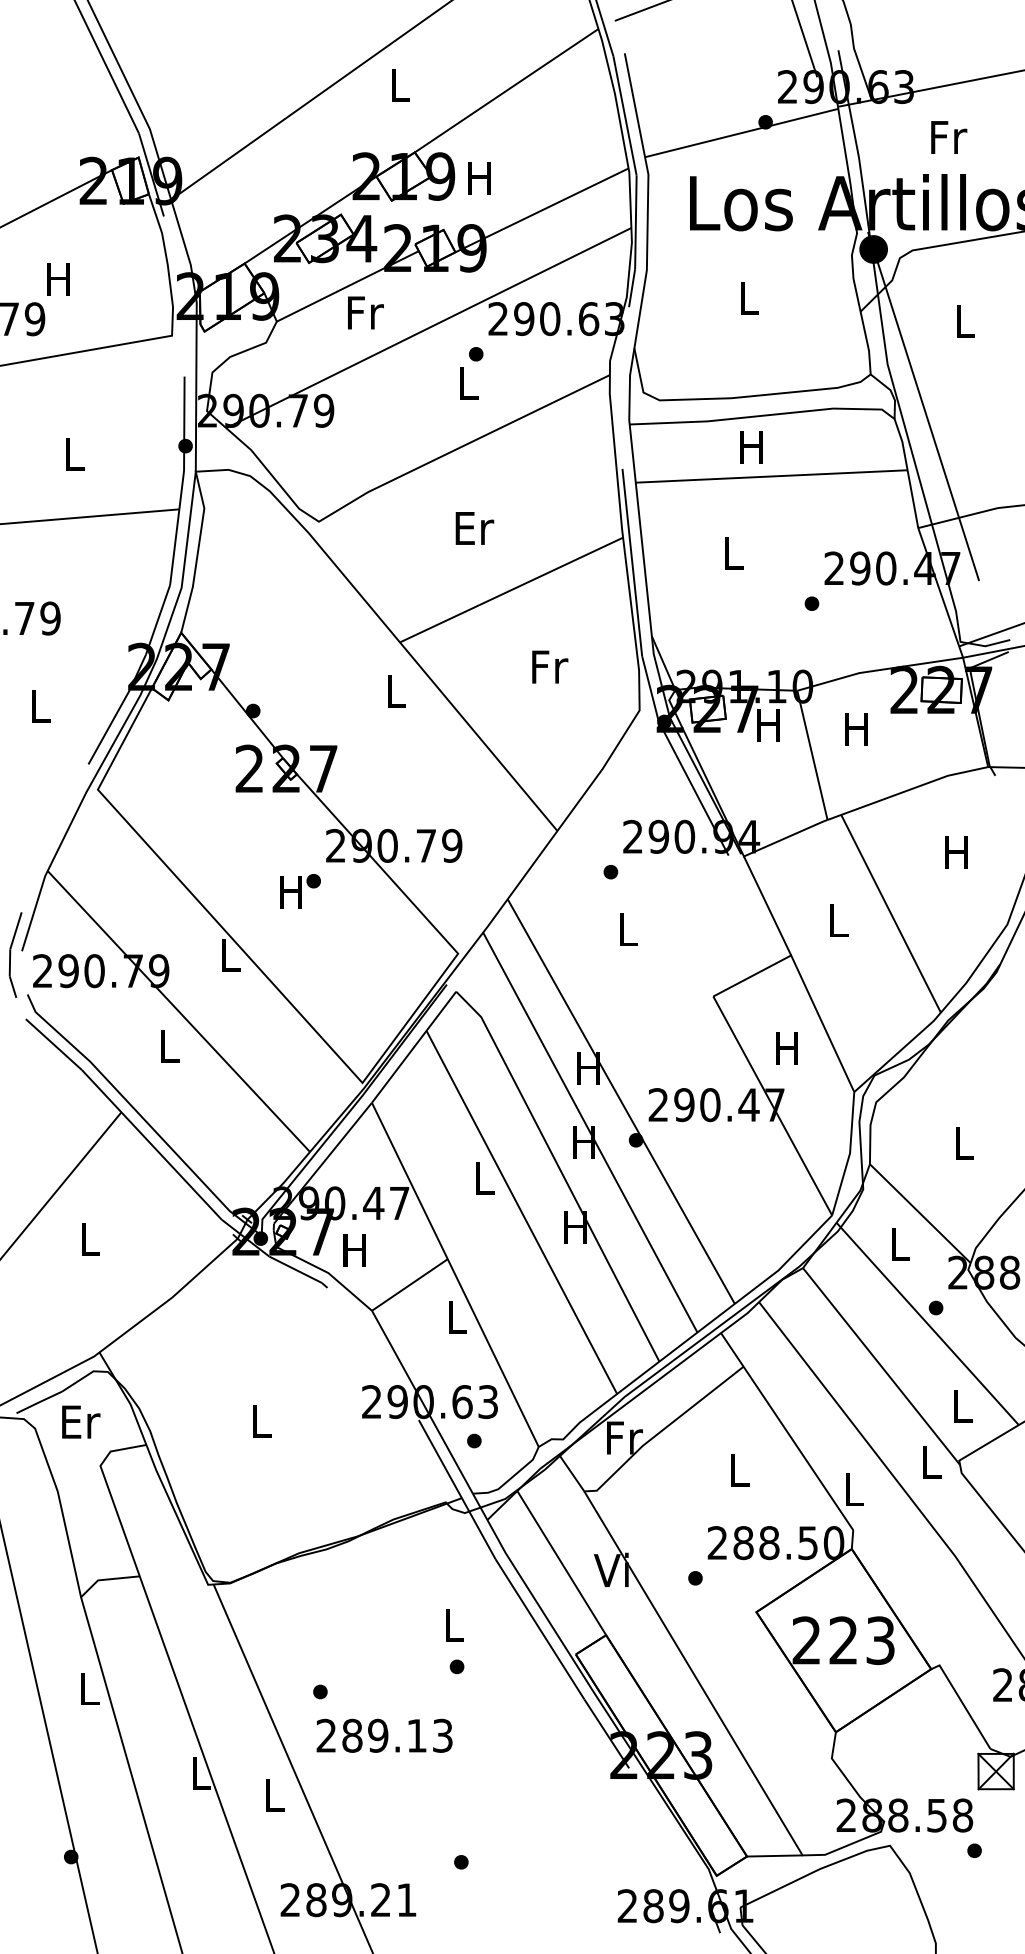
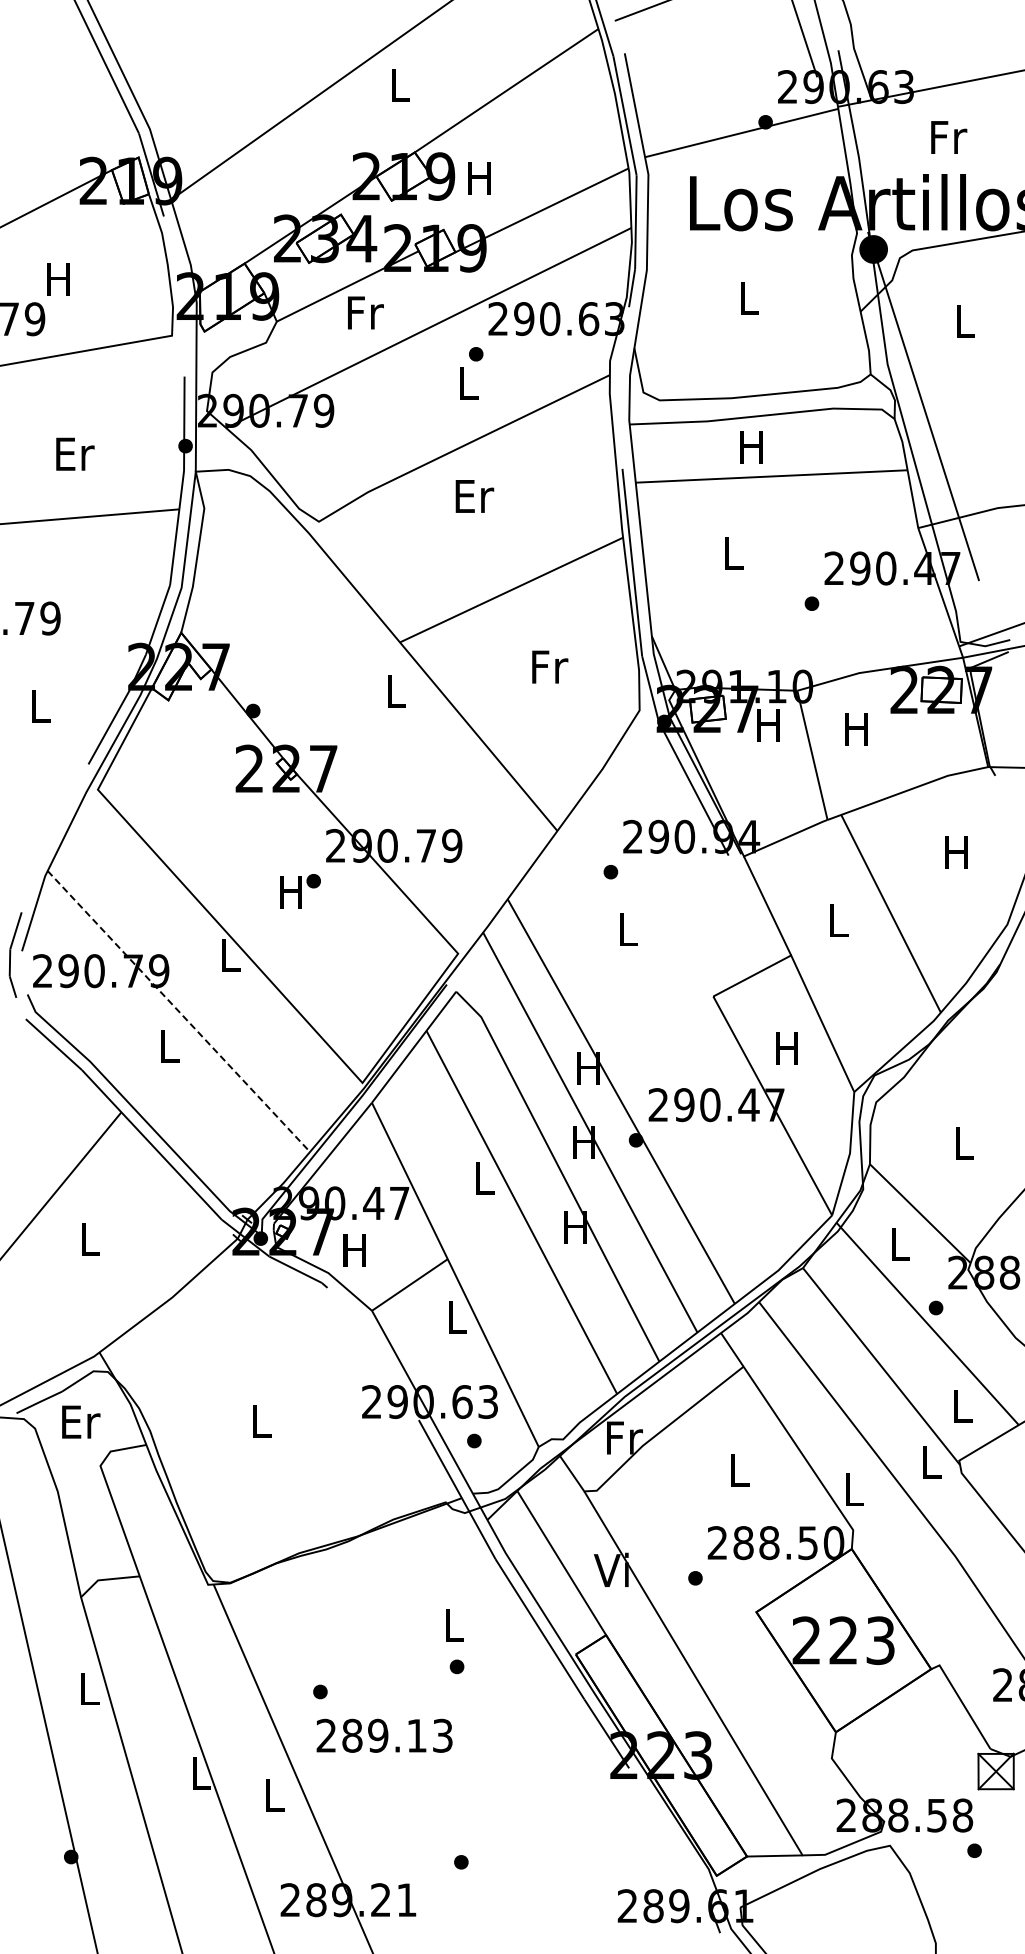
text at (75, 453): L -> Er
text at (474, 528) position: (474, 528) -> (474, 496)
line at (179, 1011): solid -> dashed
